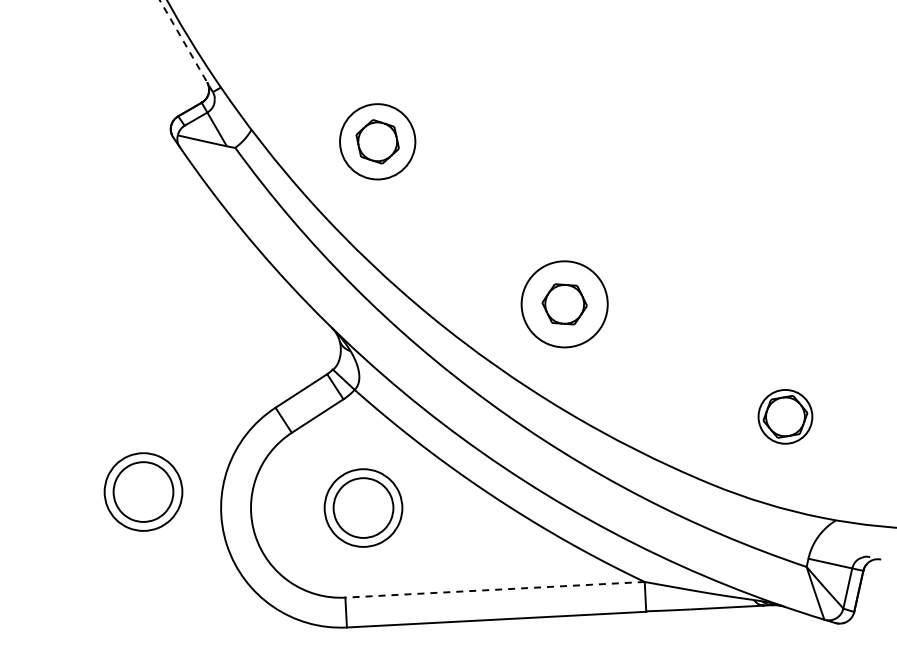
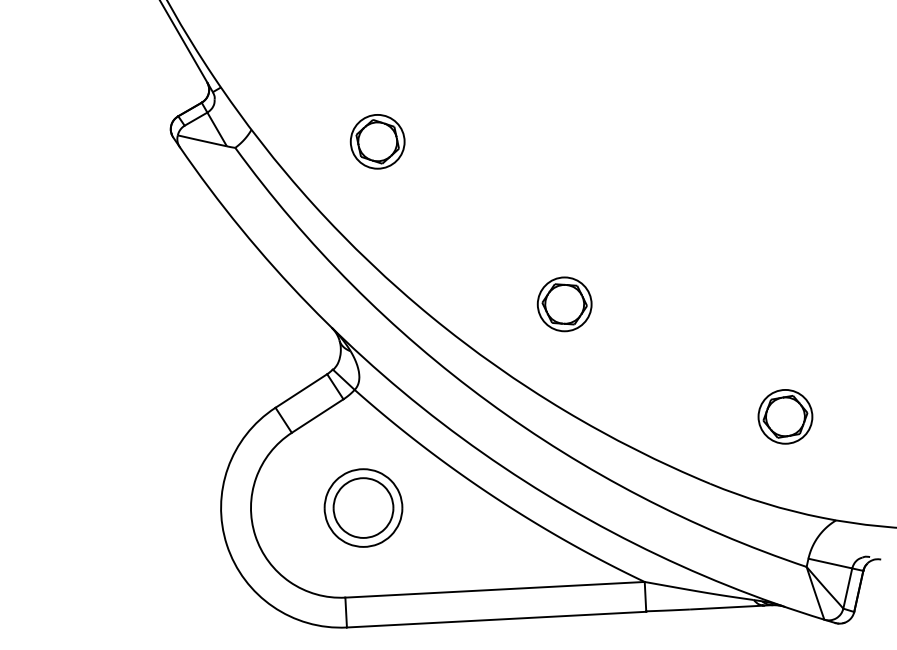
line at (186, 45): dashed -> solid
circle at (377, 141) diameter: 75 px -> 54 px
circle at (564, 304) diameter: 86 px -> 54 px
part at (143, 491): present -> none
line at (495, 589): dashed -> solid
